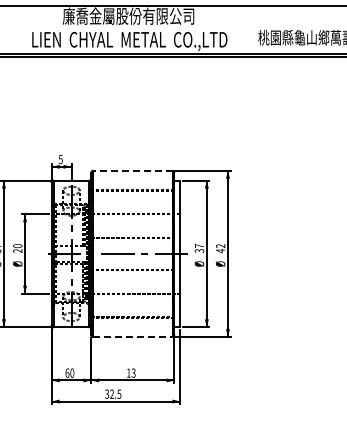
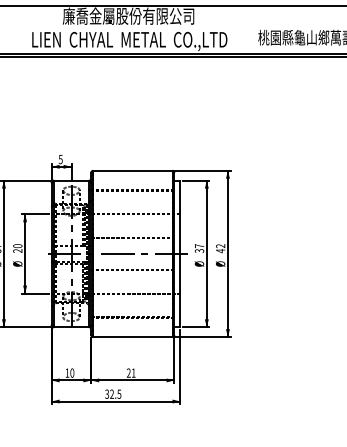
line at (132, 170): dashed -> solid
line at (132, 337): dashed -> solid
text at (67, 372): 60 -> 10
text at (130, 372): 13 -> 21
